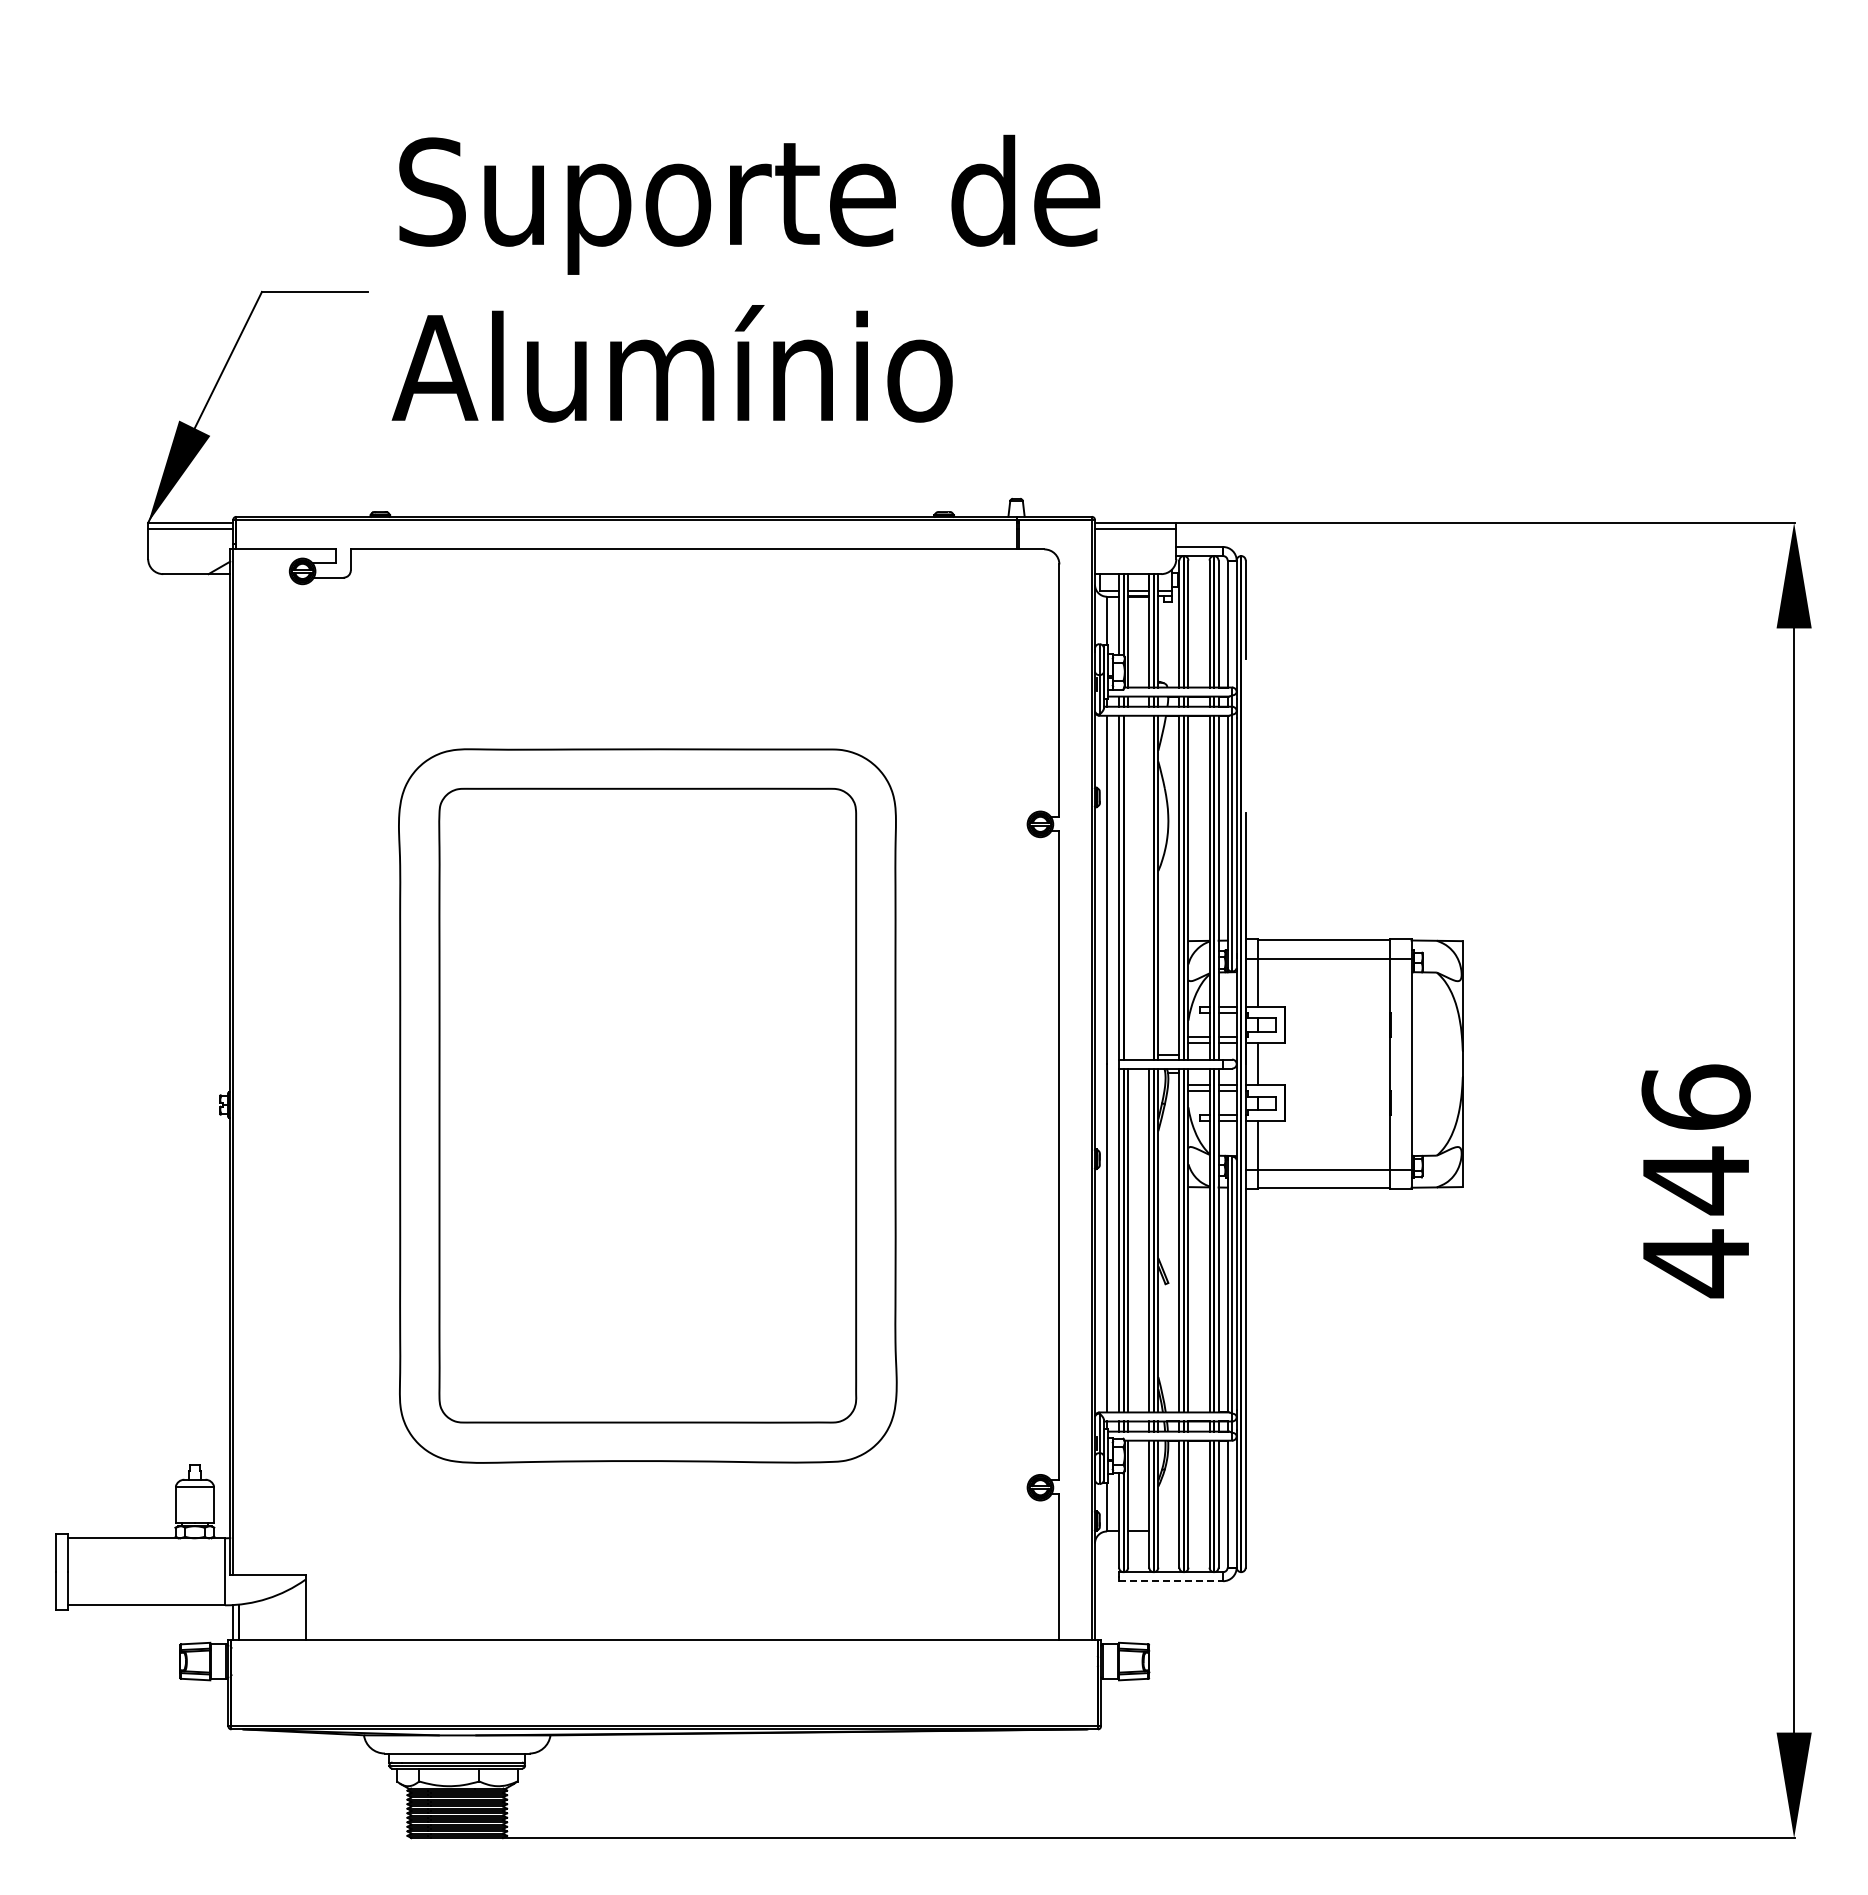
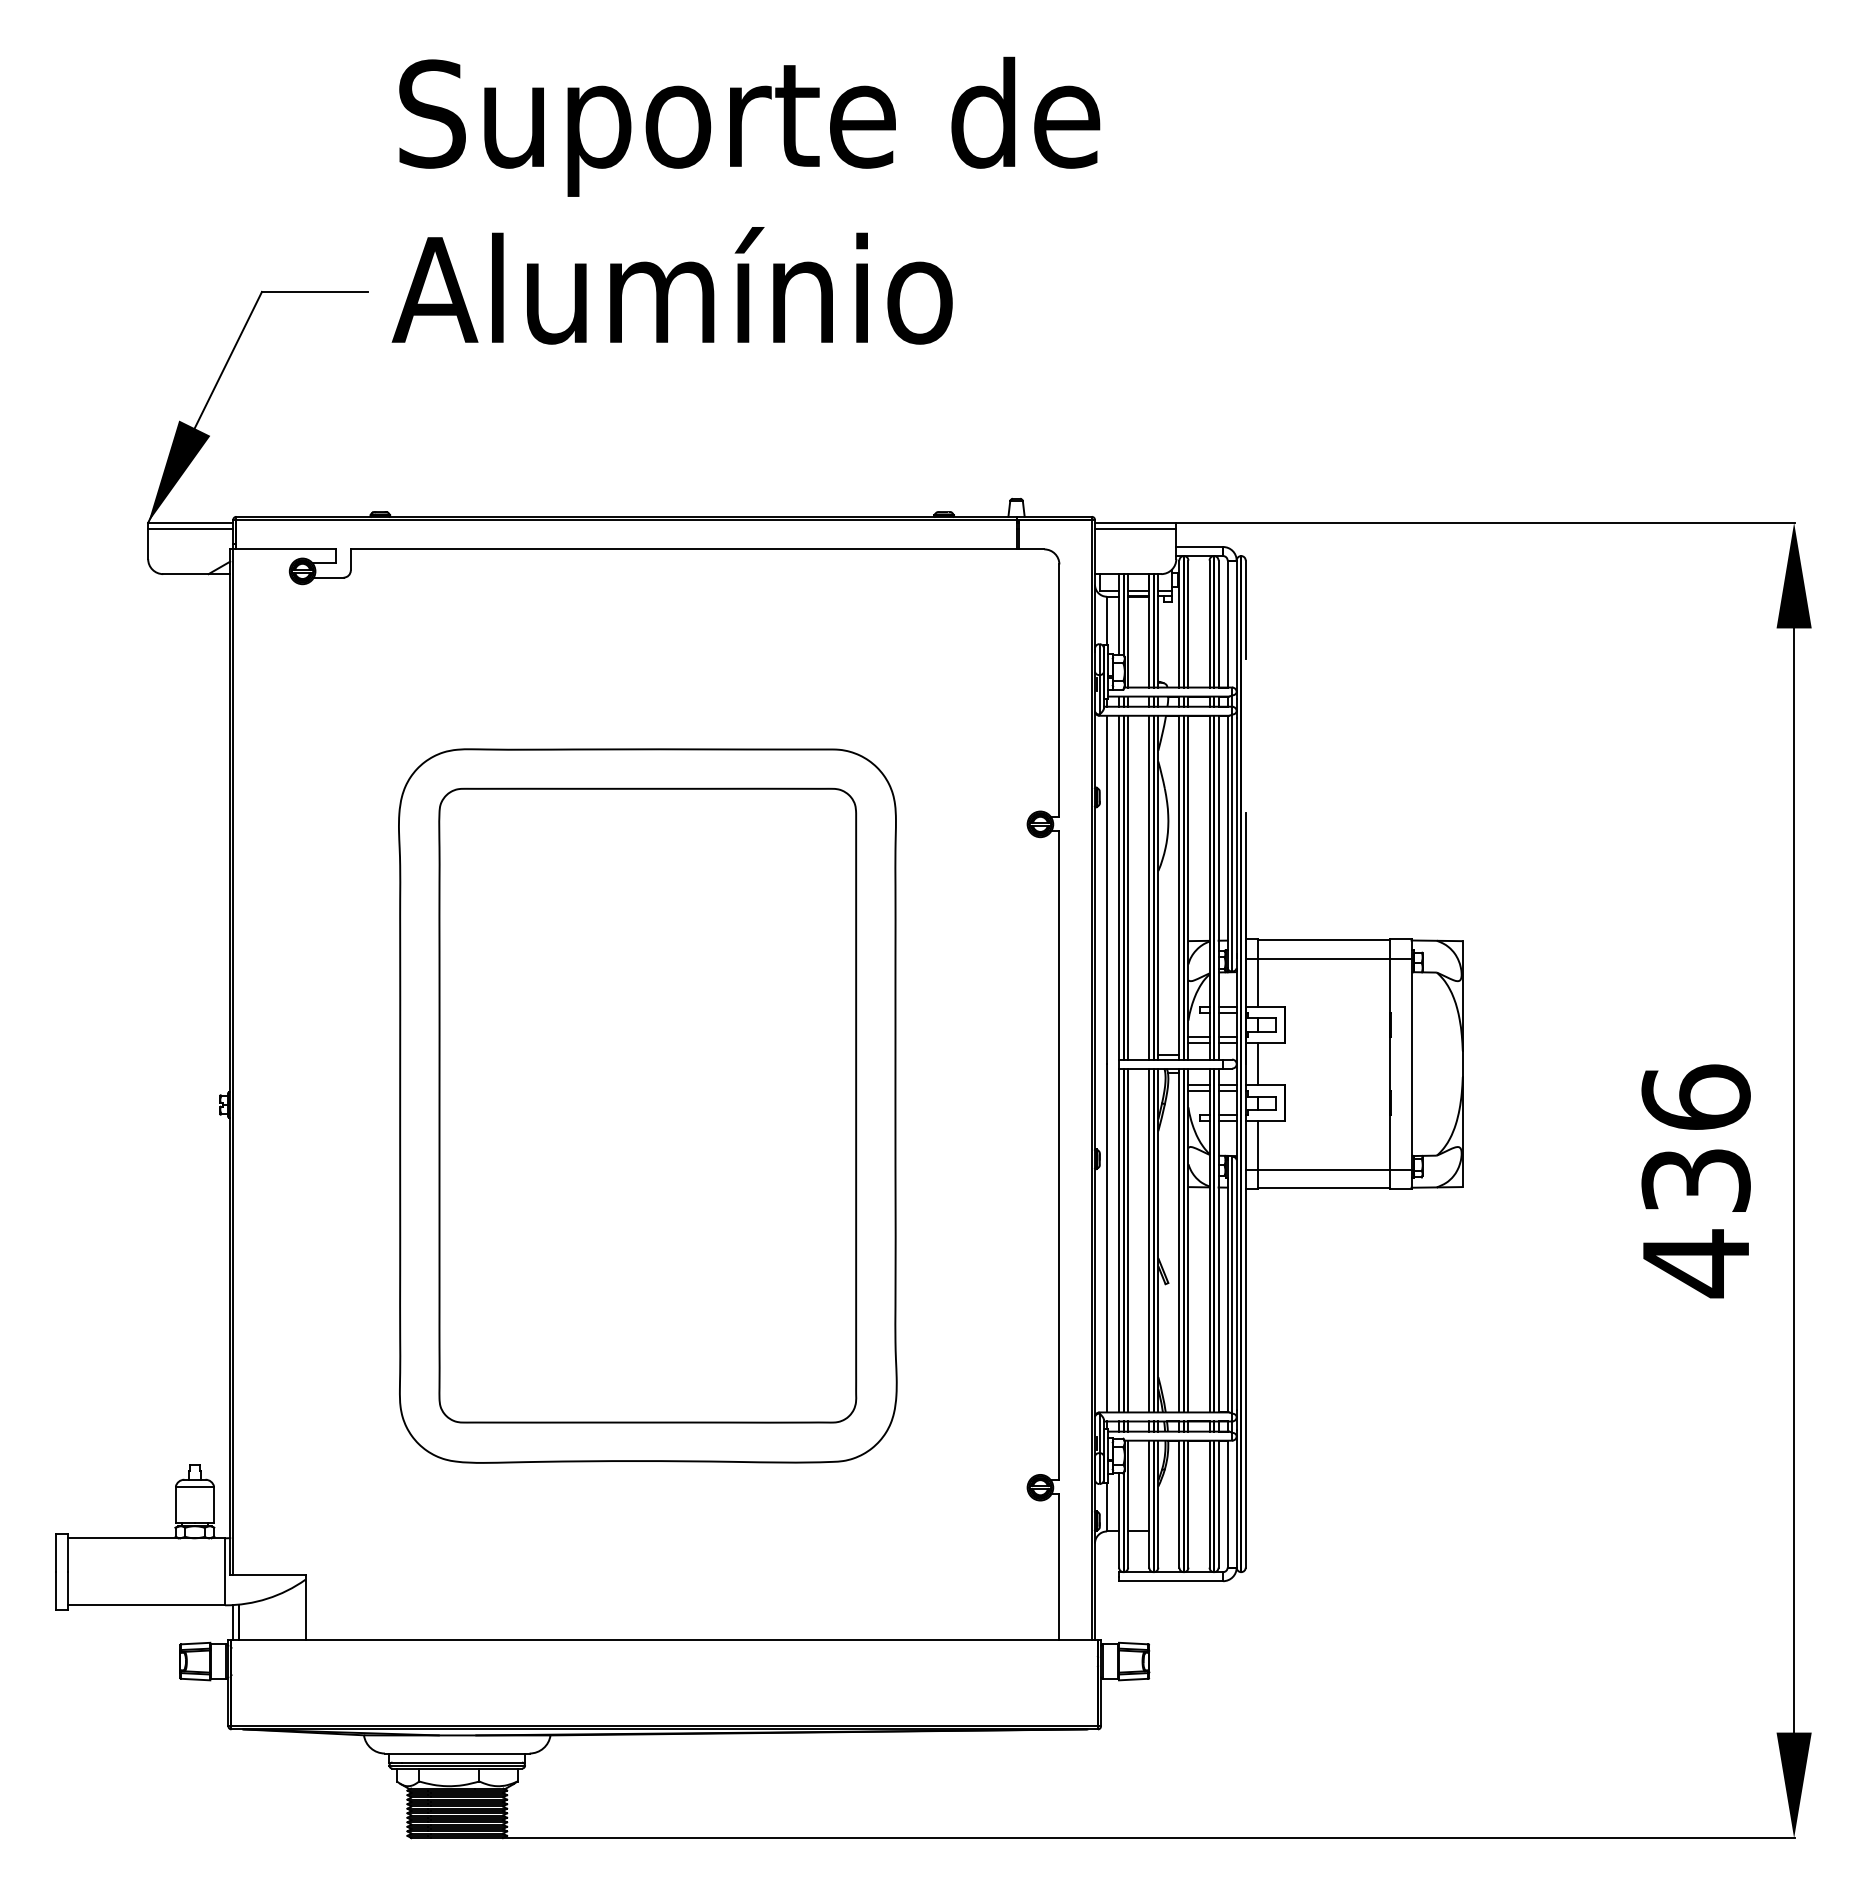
text at (745, 278) position: (745, 278) -> (745, 200)
line at (1128, 887): none -> present
line at (1149, 887): none -> present
text at (1695, 1180): 446 -> 436
line at (1171, 1581): dashed -> solid
